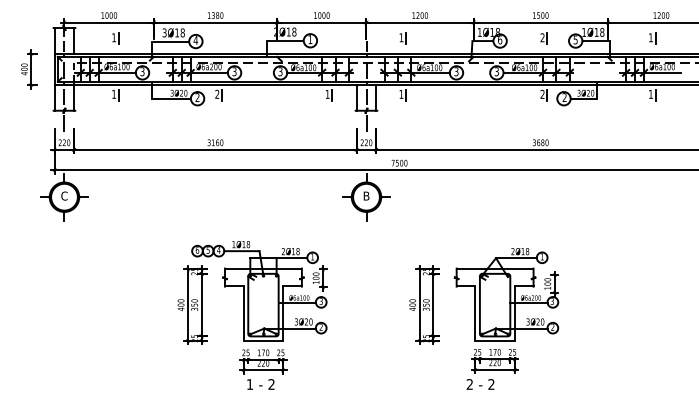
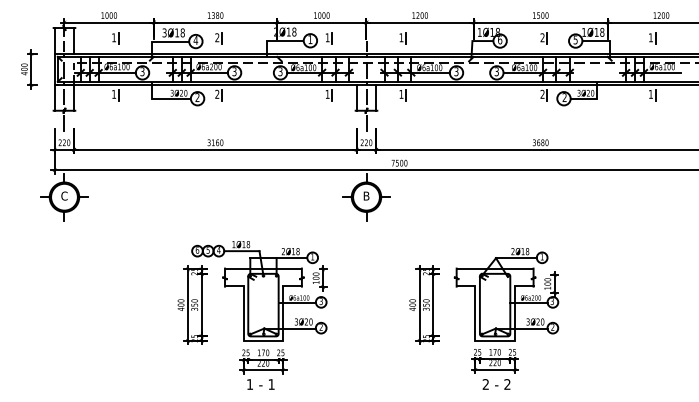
part at (218, 38): none -> present
part at (328, 38): none -> present
text at (271, 384): 2 -> 1
text at (480, 384) position: (480, 384) -> (496, 384)
